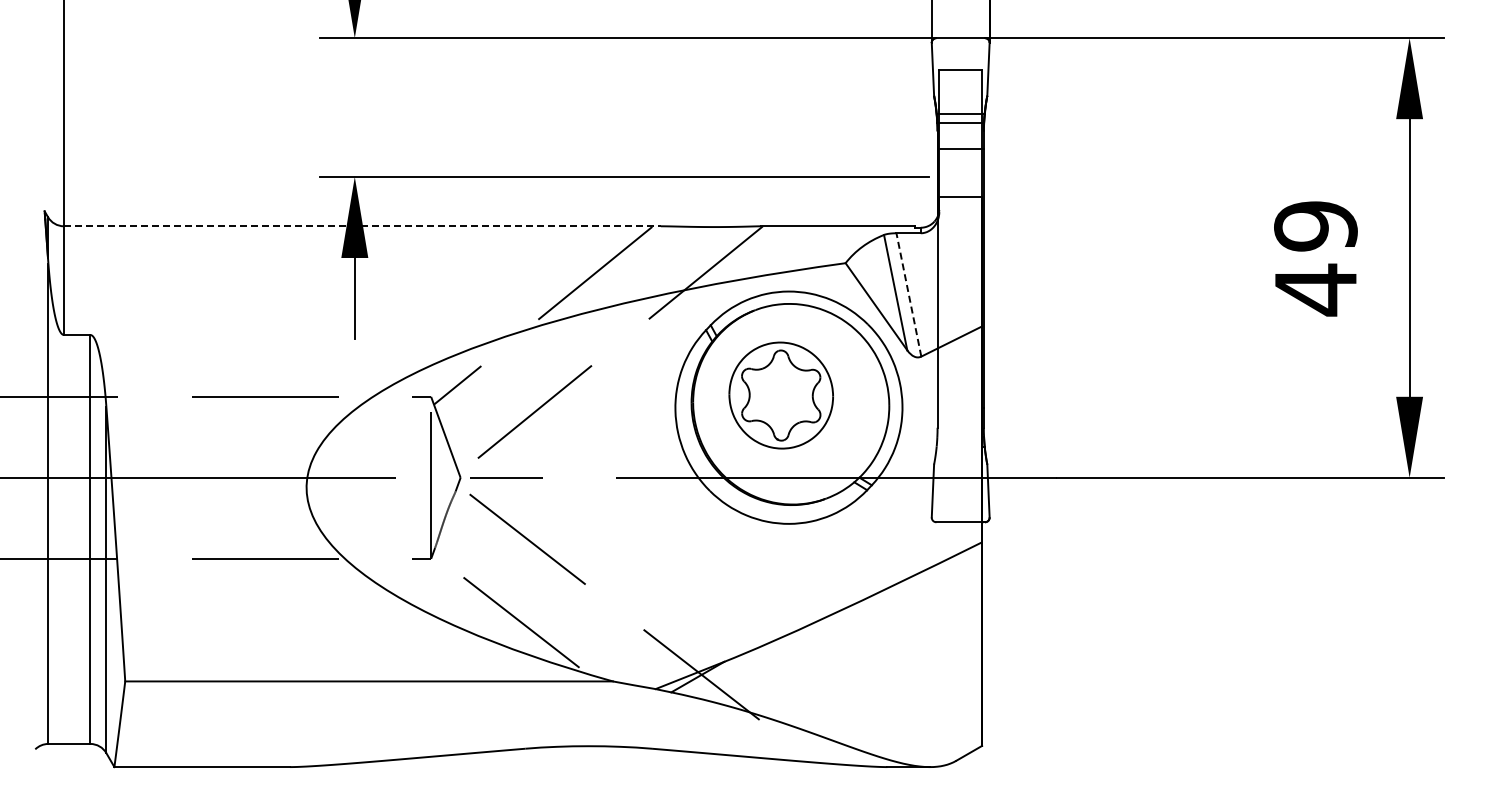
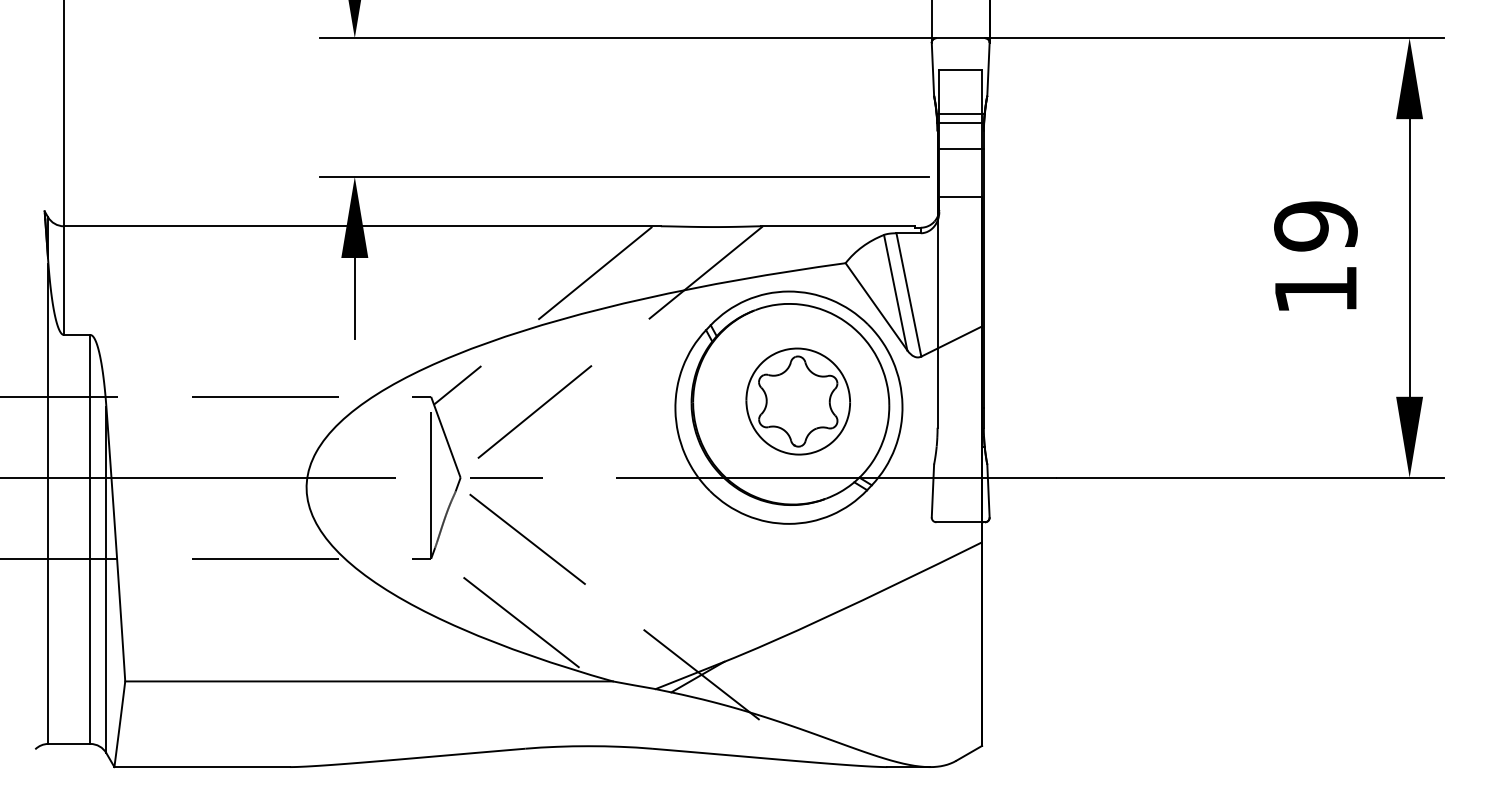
line at (362, 226): dashed -> solid
text at (1315, 289): 49 -> 19
line at (908, 294): dashed -> solid
part at (780, 395) position: (780, 395) -> (797, 401)
